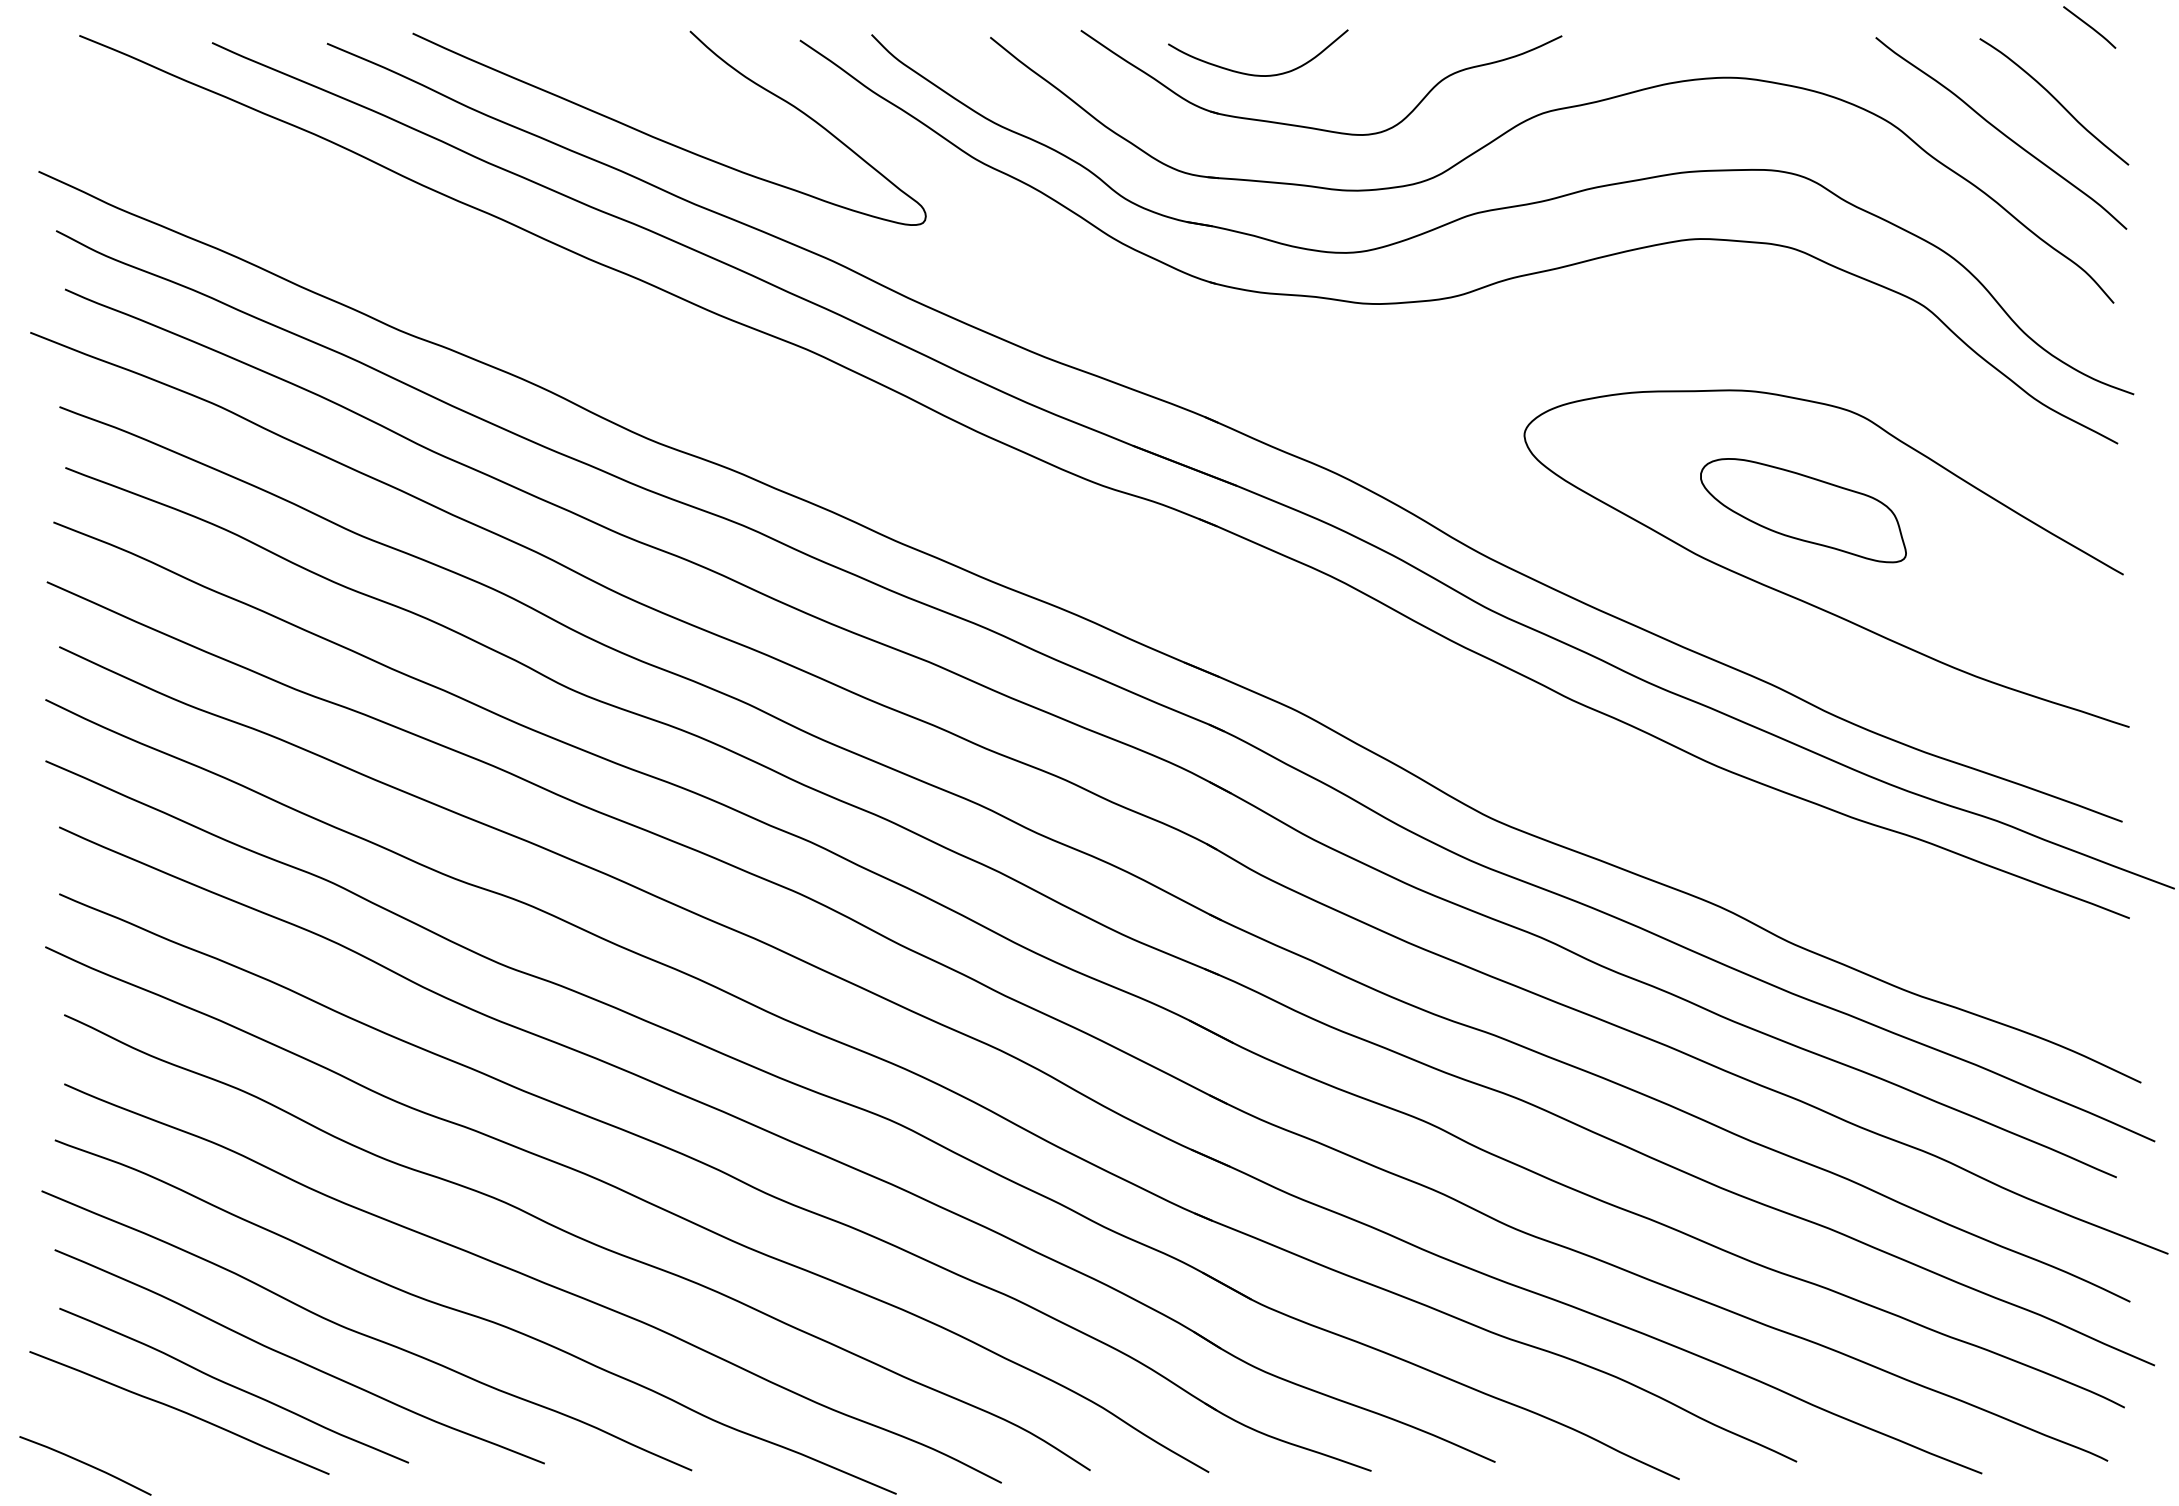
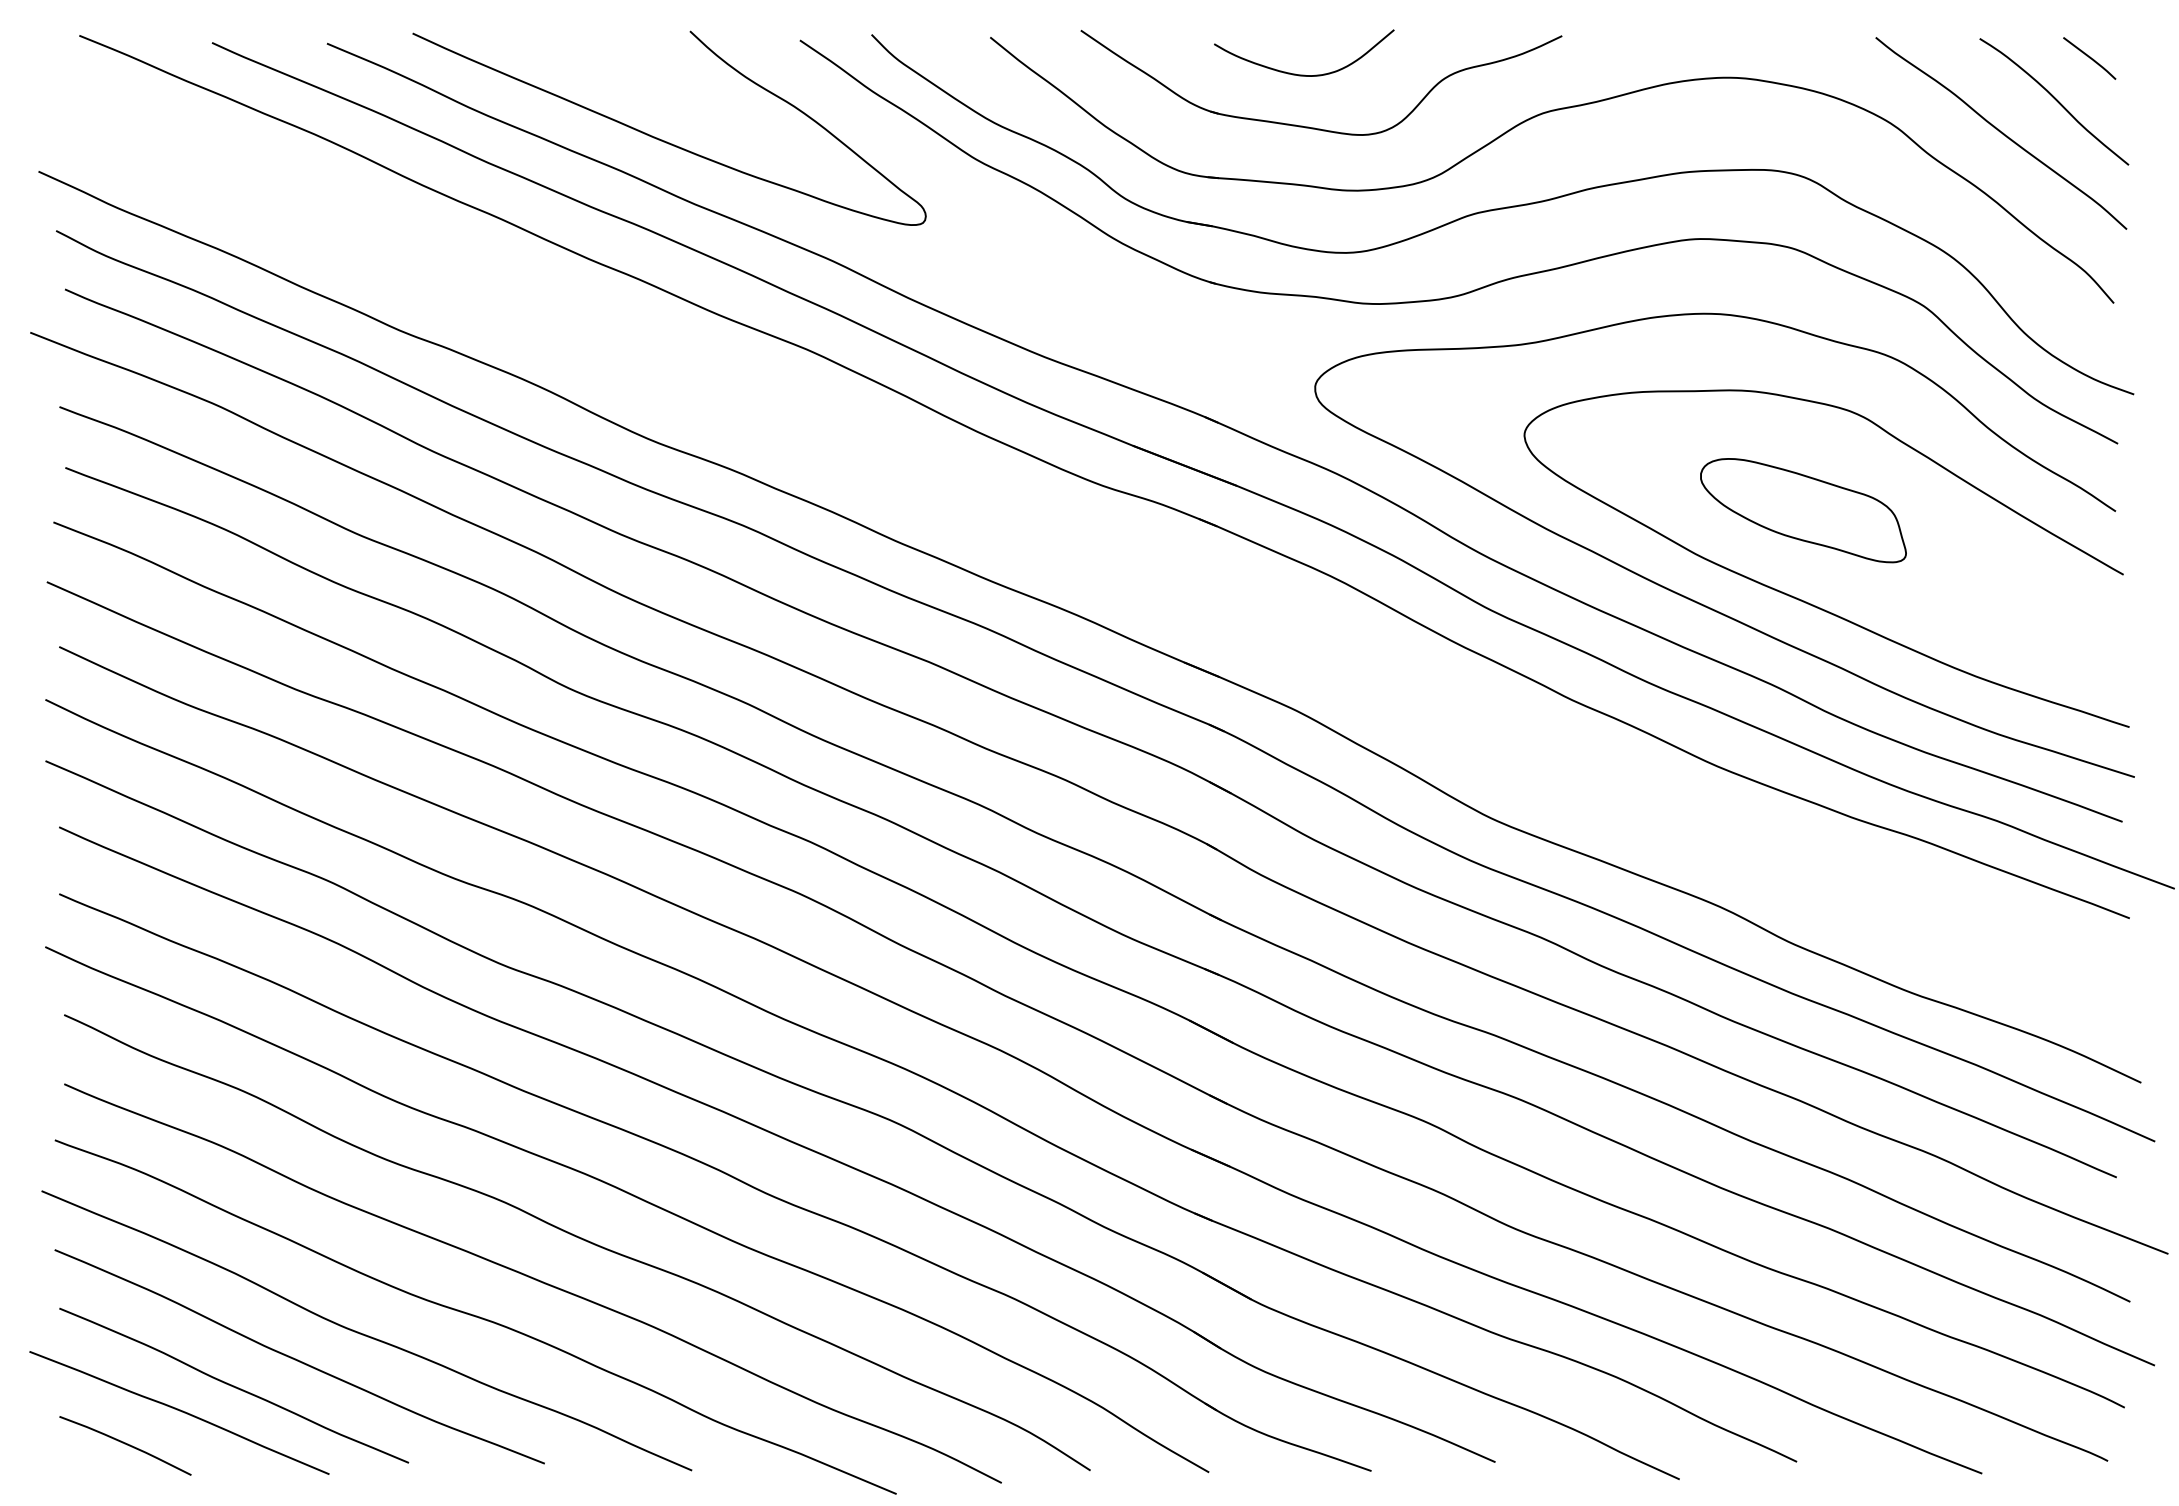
line at (2089, 27) position: (2089, 27) -> (2089, 58)
curve at (1258, 74) position: (1258, 74) -> (1304, 74)
curve at (1695, 600): none -> present
curve at (85, 1464) position: (85, 1464) -> (125, 1444)
